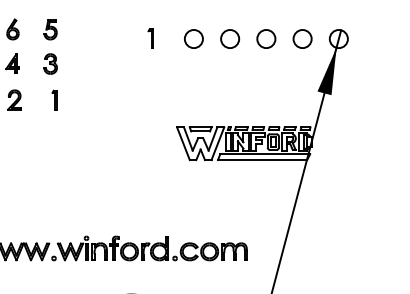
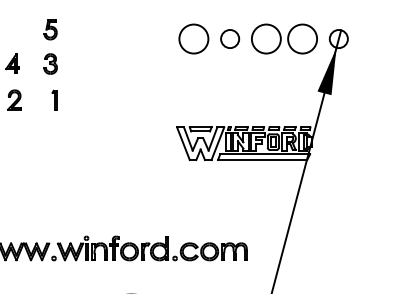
part at (12, 29): present -> none
part at (150, 38): present -> none
circle at (193, 38) diameter: 18 px -> 29 px
circle at (266, 38) diameter: 18 px -> 29 px
circle at (302, 38) diameter: 18 px -> 29 px
